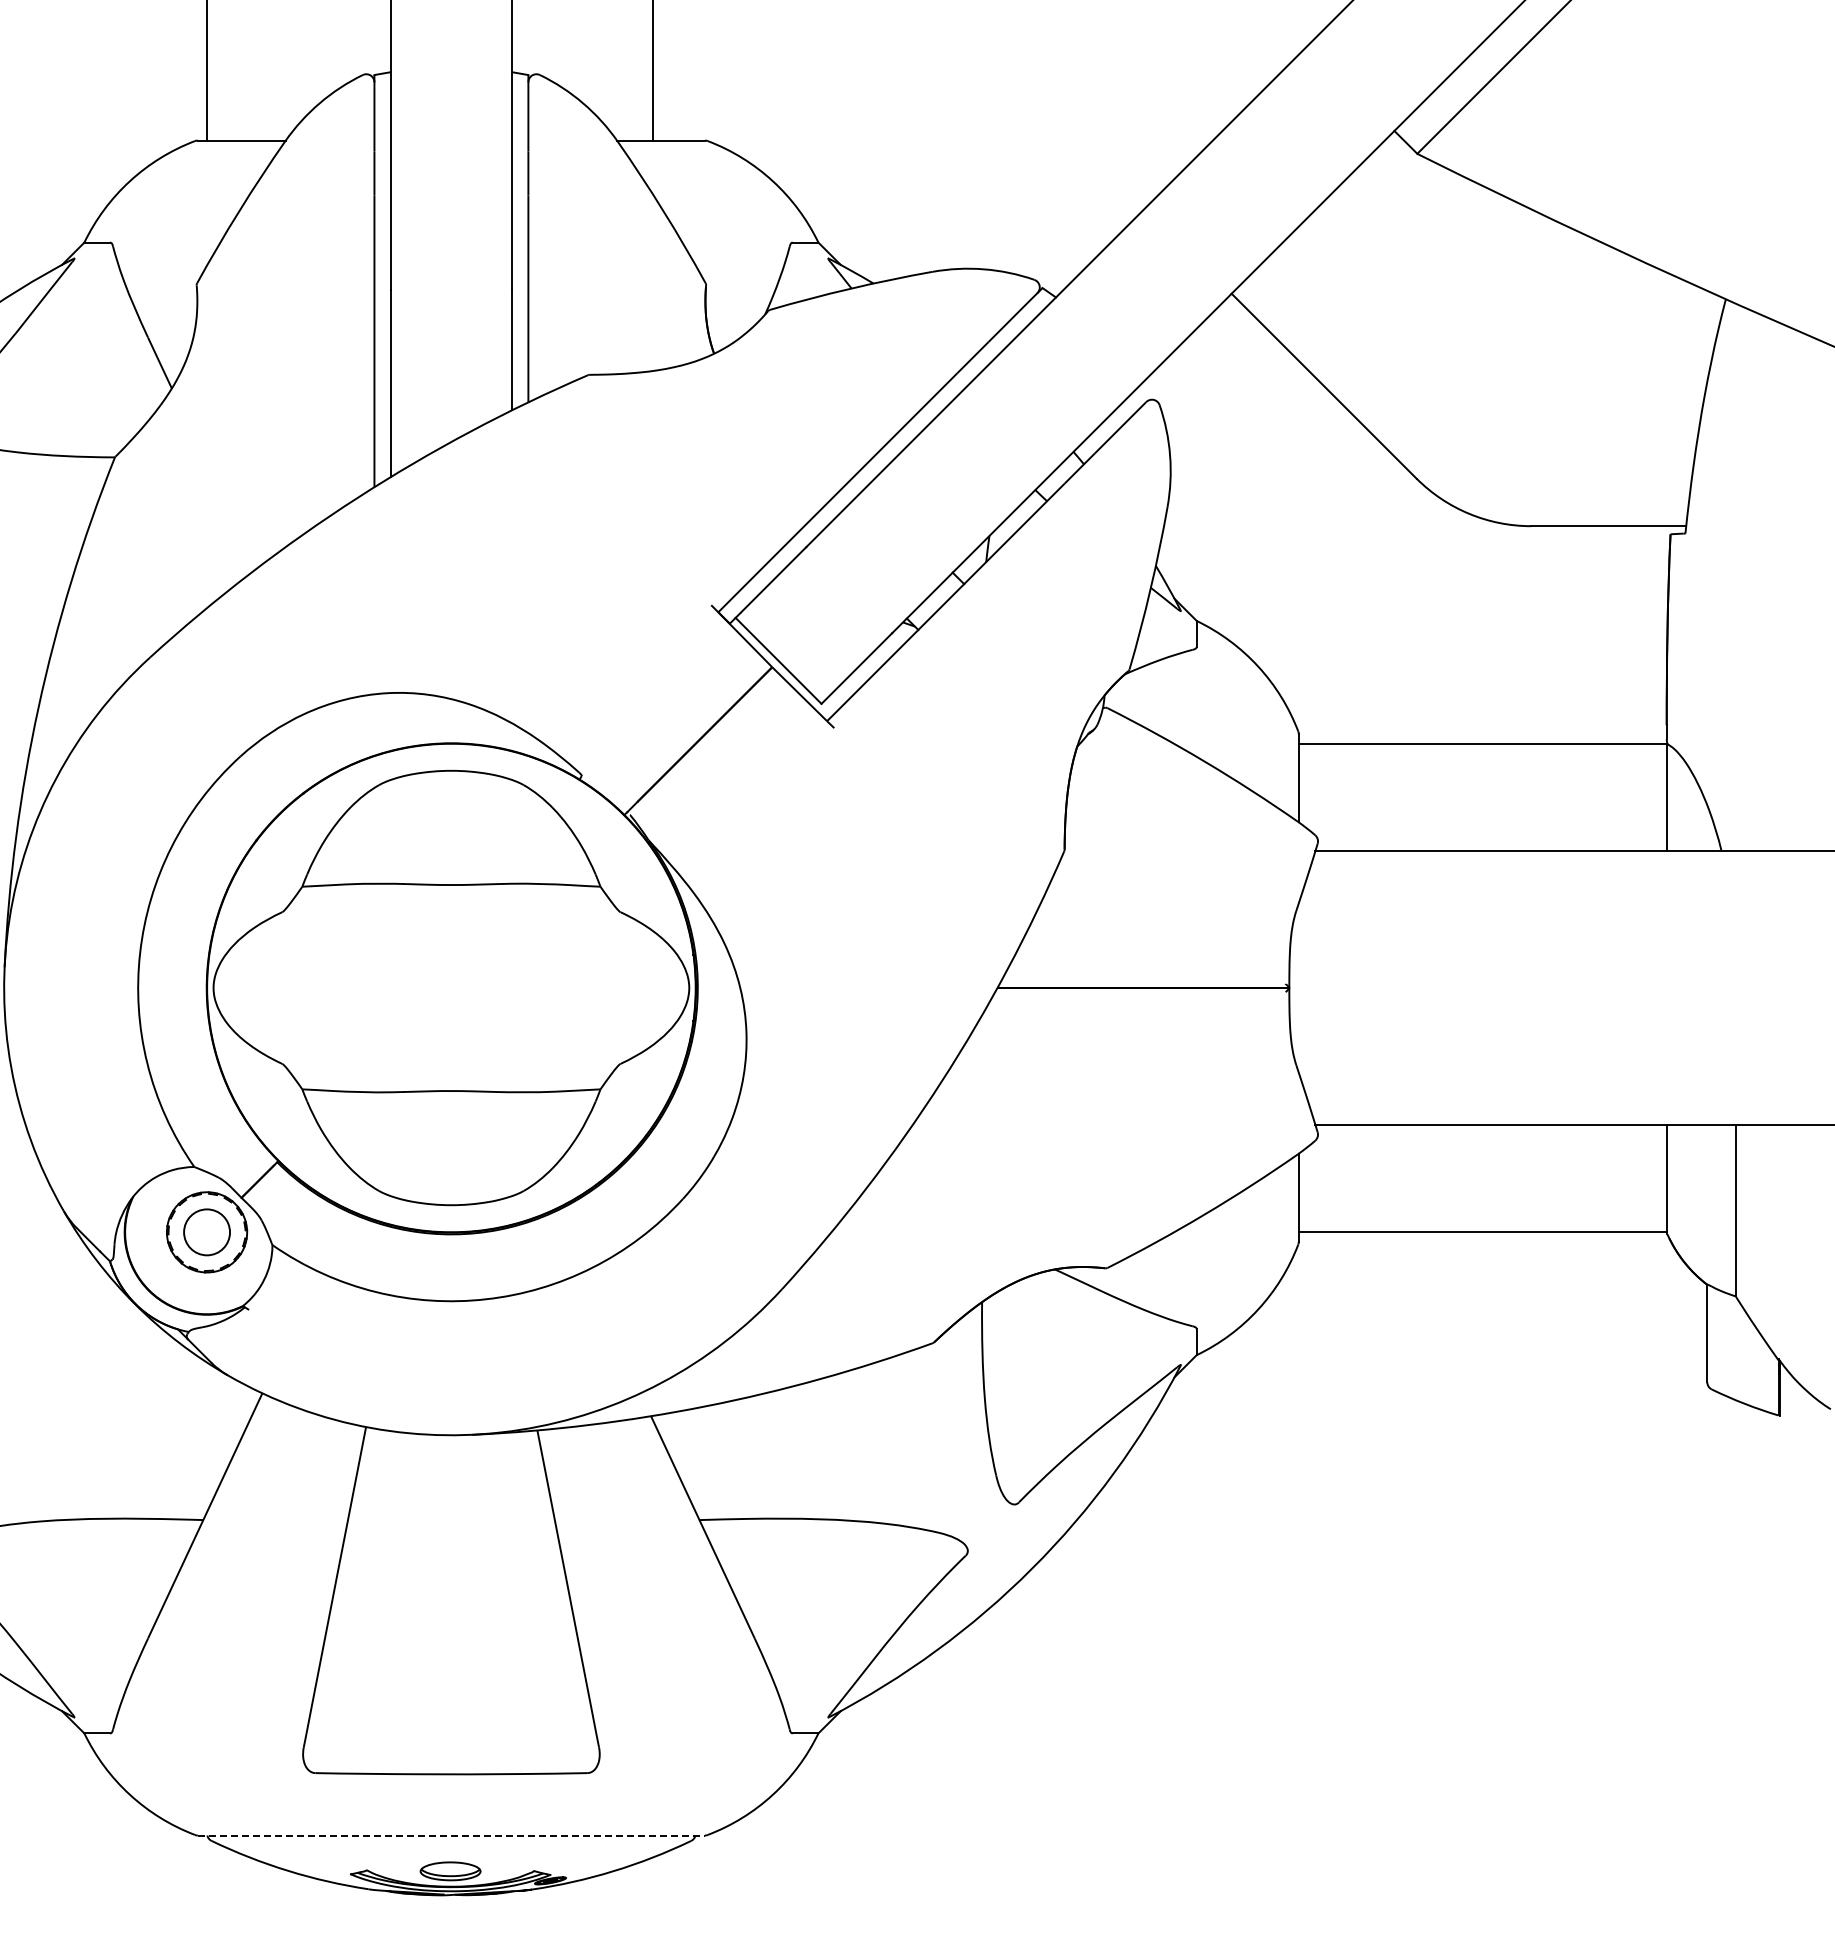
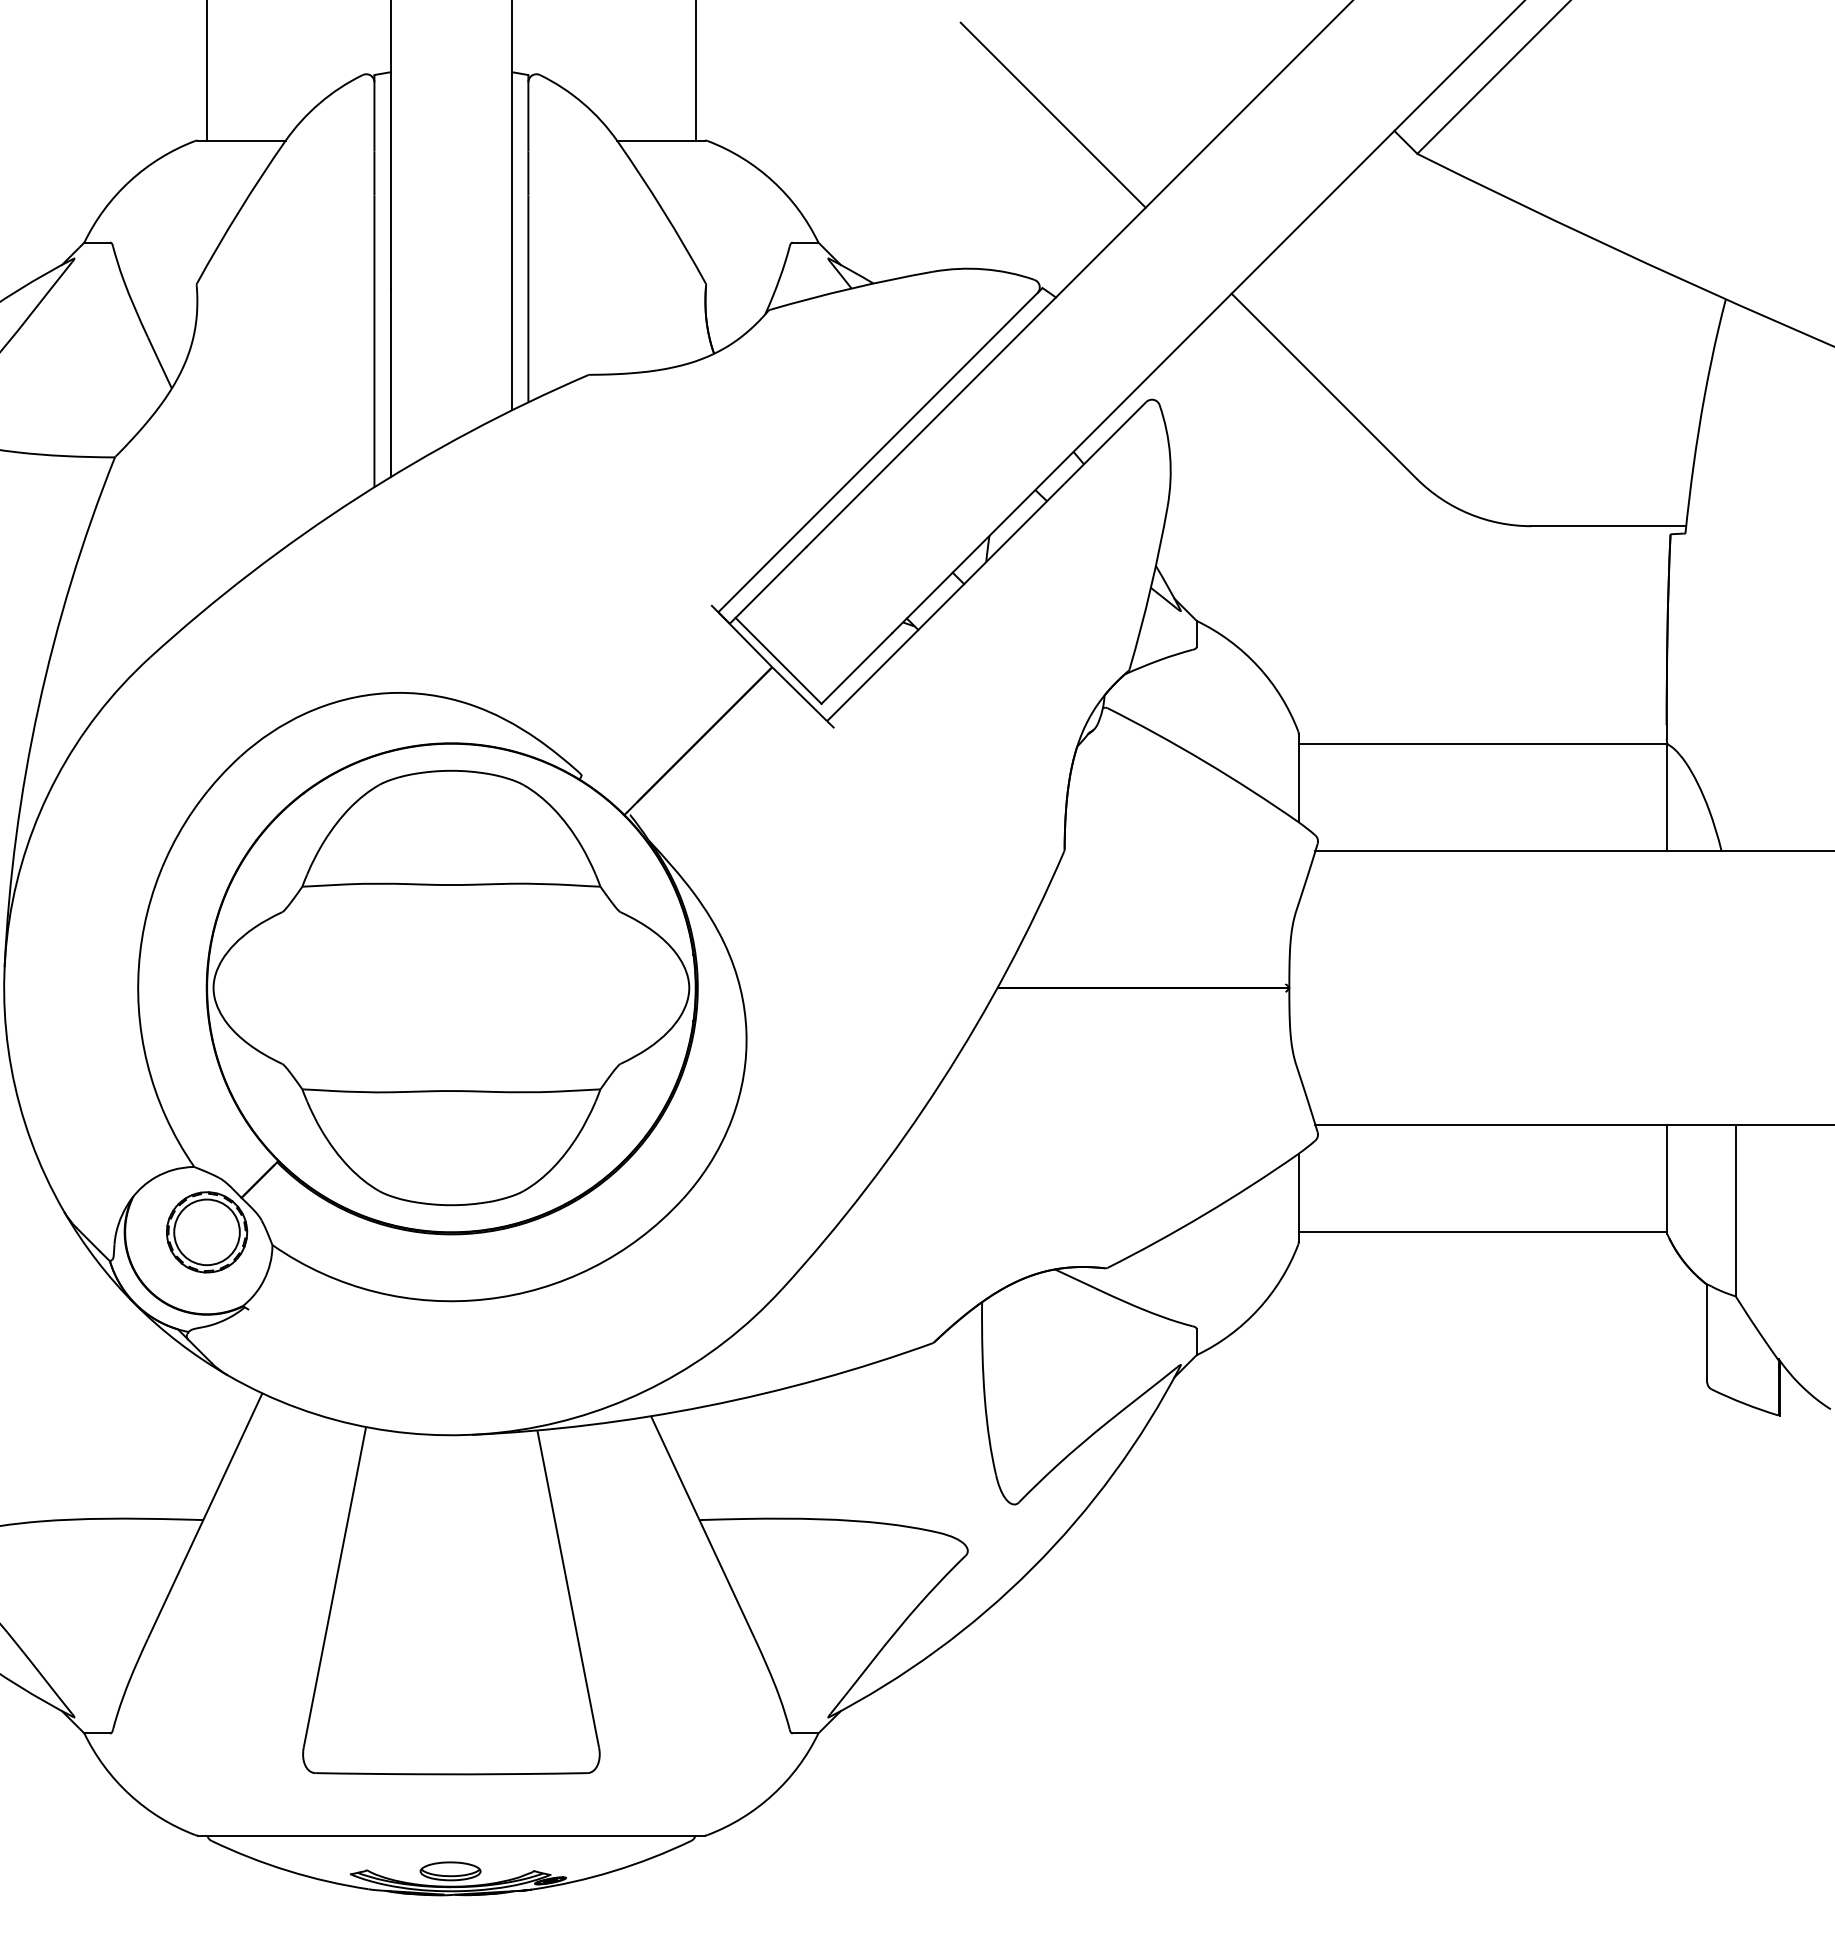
line at (652, 71) position: (652, 71) -> (695, 71)
line at (1052, 114): none -> present
circle at (207, 1232) diameter: 46 px -> 66 px
line at (451, 1835): dashed -> solid
